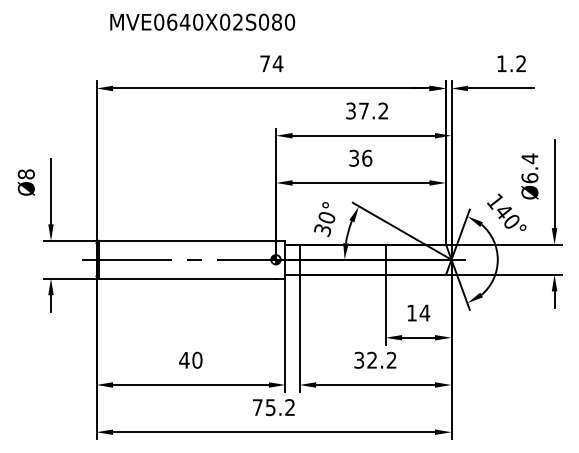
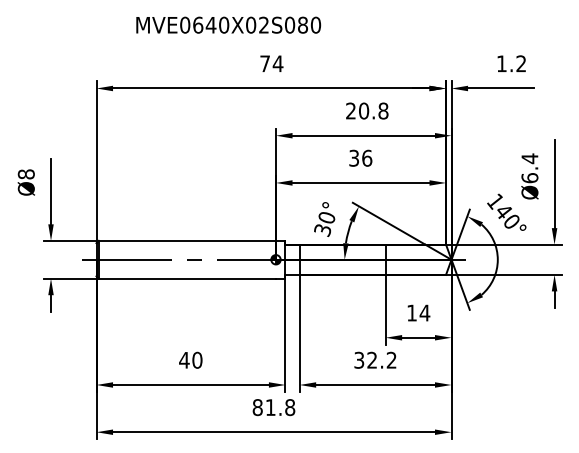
text at (202, 21) position: (202, 21) -> (228, 24)
text at (367, 110): 37.2 -> 20.8
text at (273, 407): 75.2 -> 81.8
